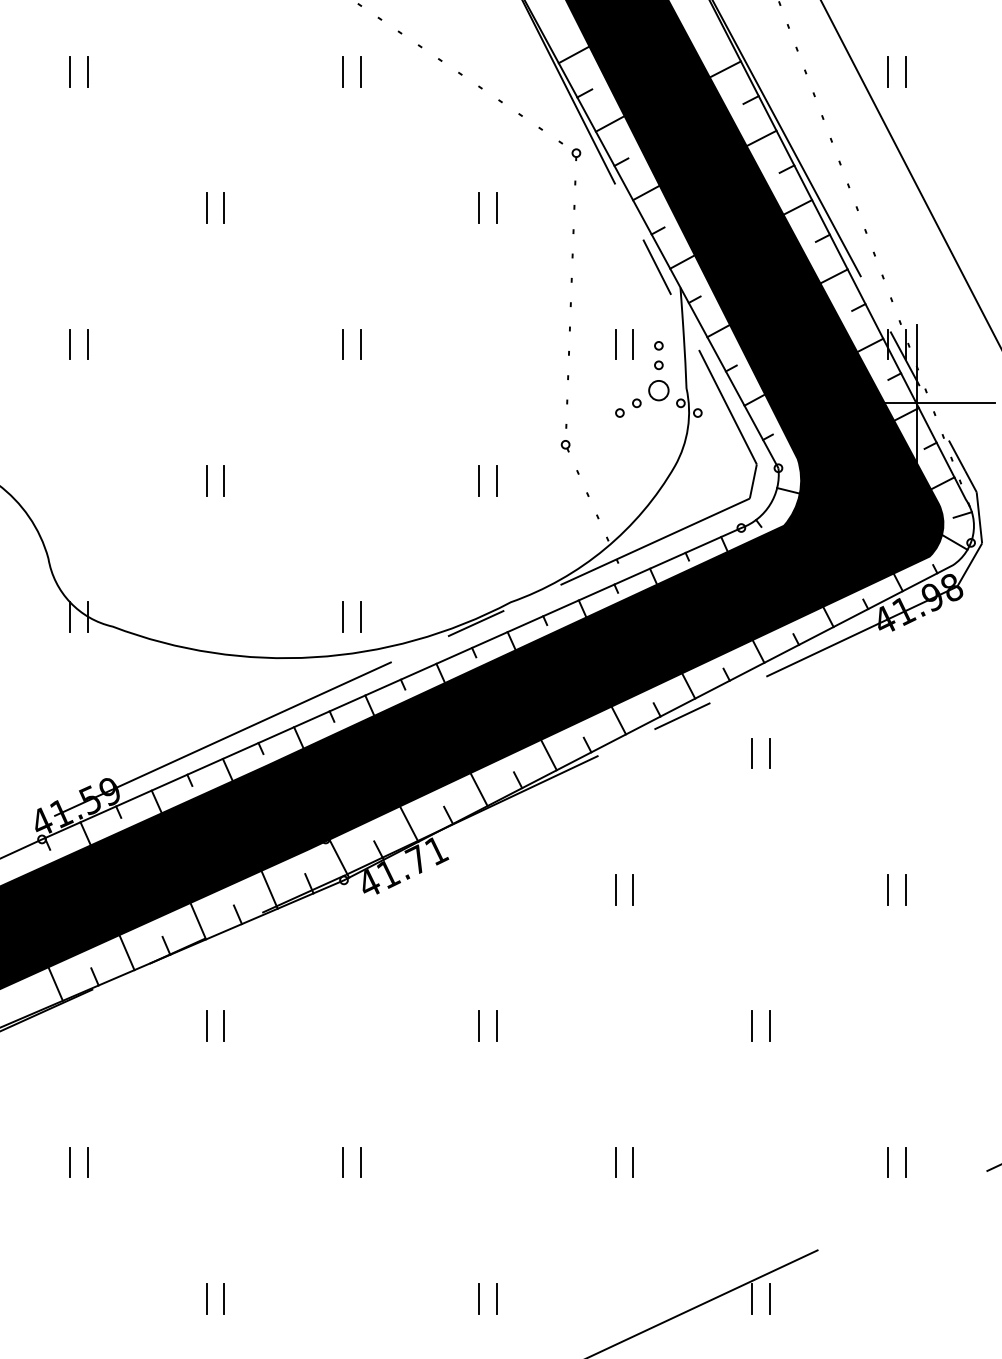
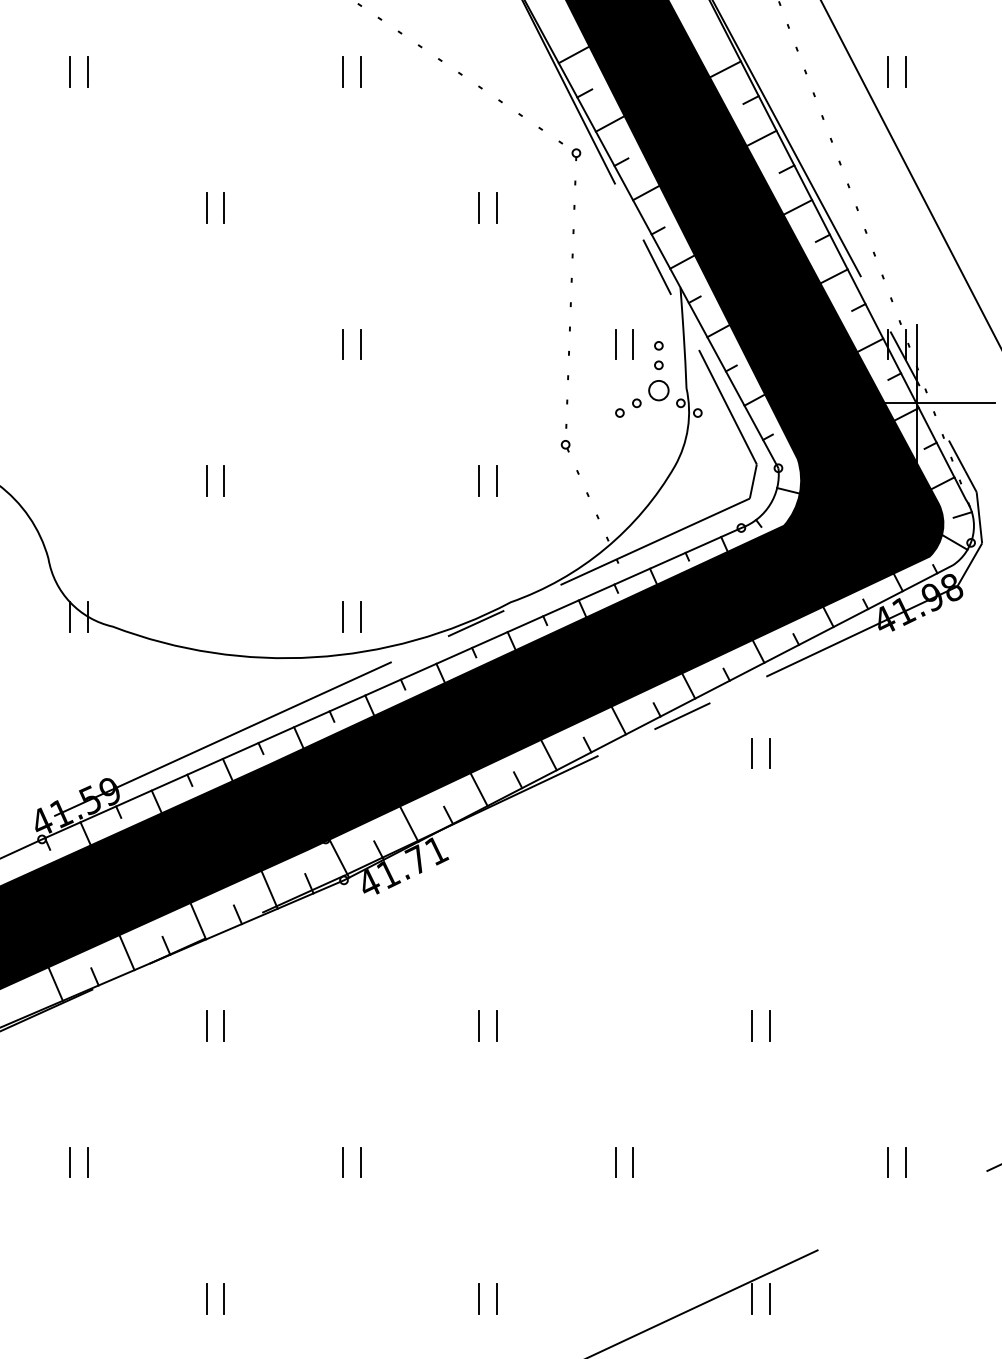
part at (70, 344): present -> none
part at (616, 889): present -> none
part at (888, 889): present -> none
